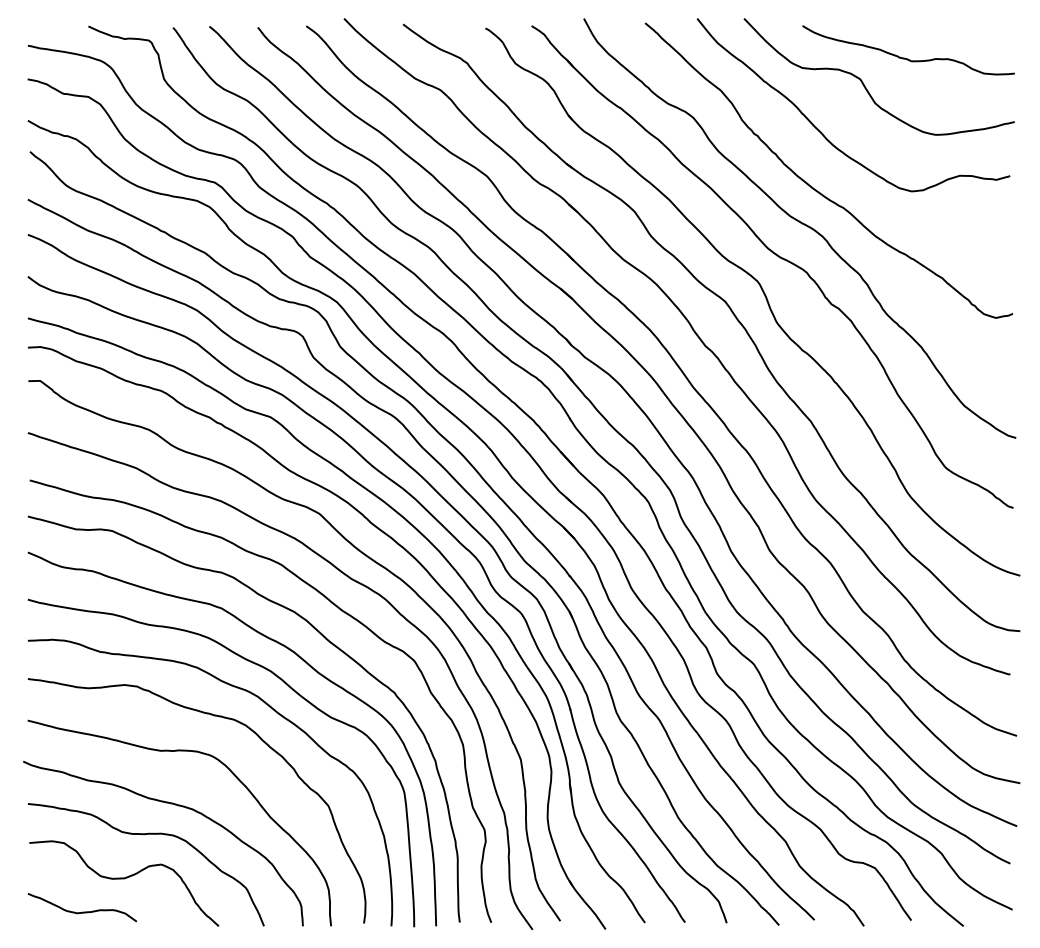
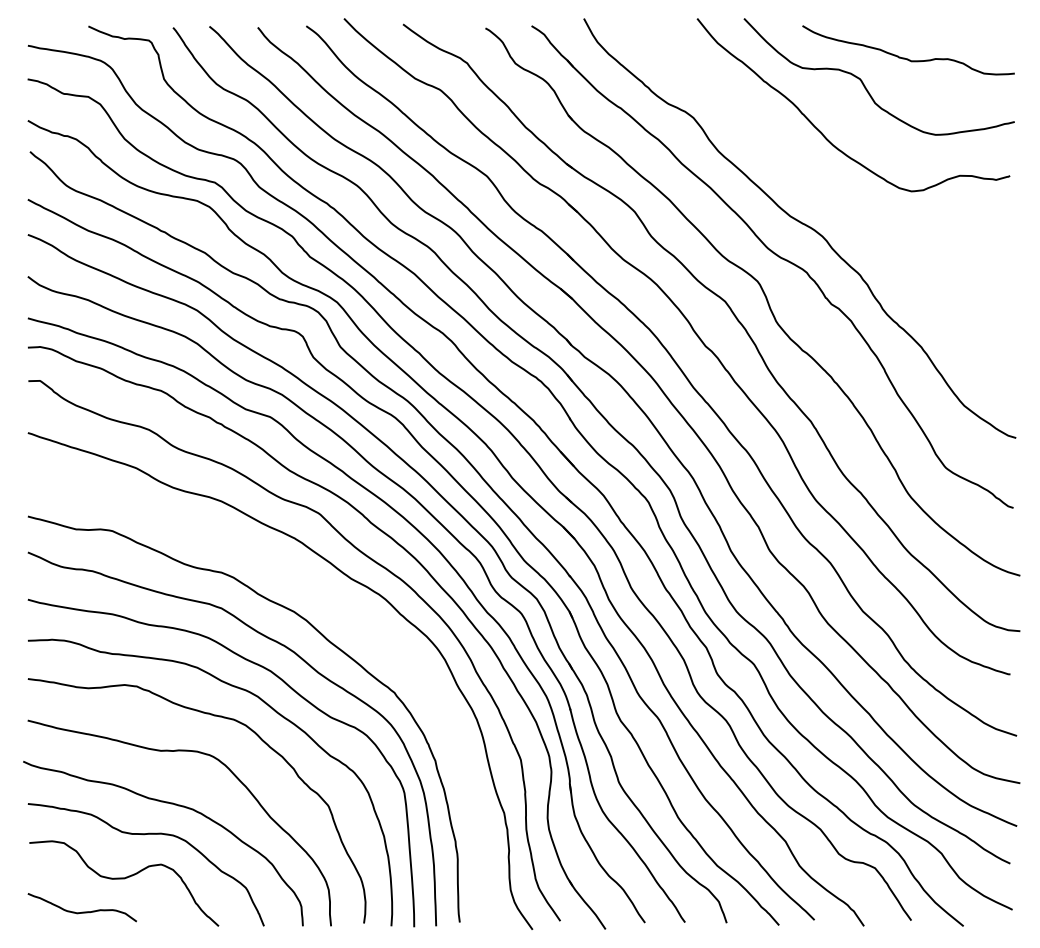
curve at (816, 189): present -> none
curve at (337, 608): present -> none
